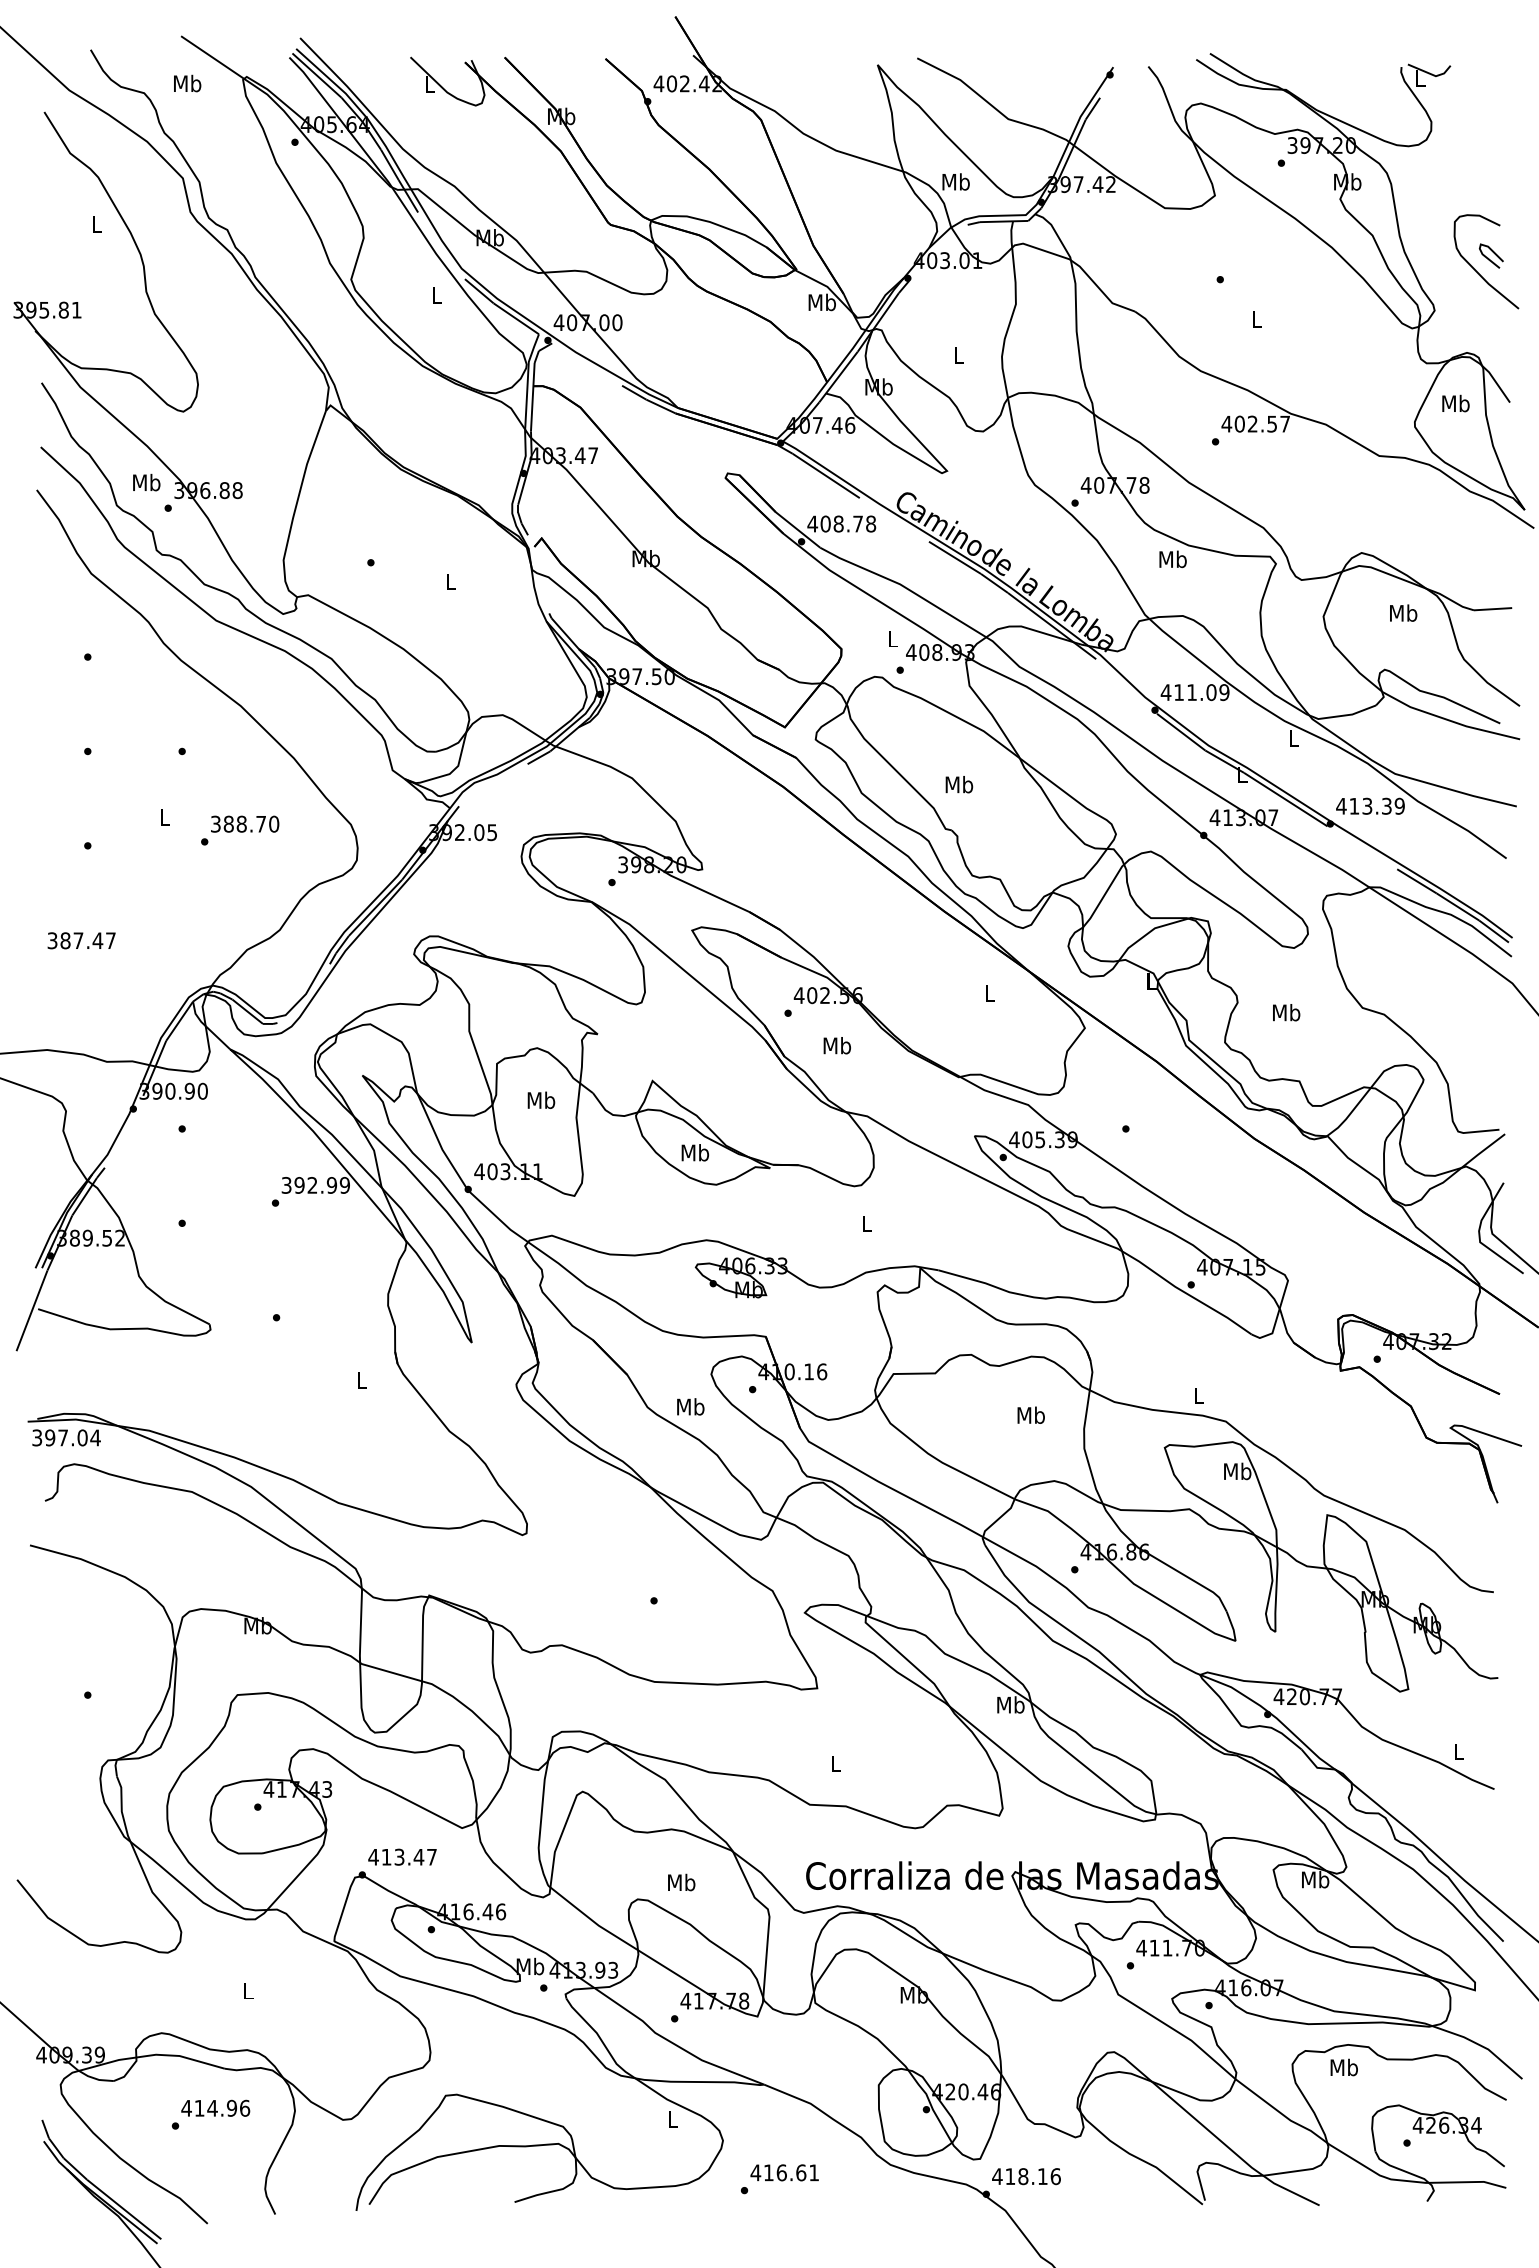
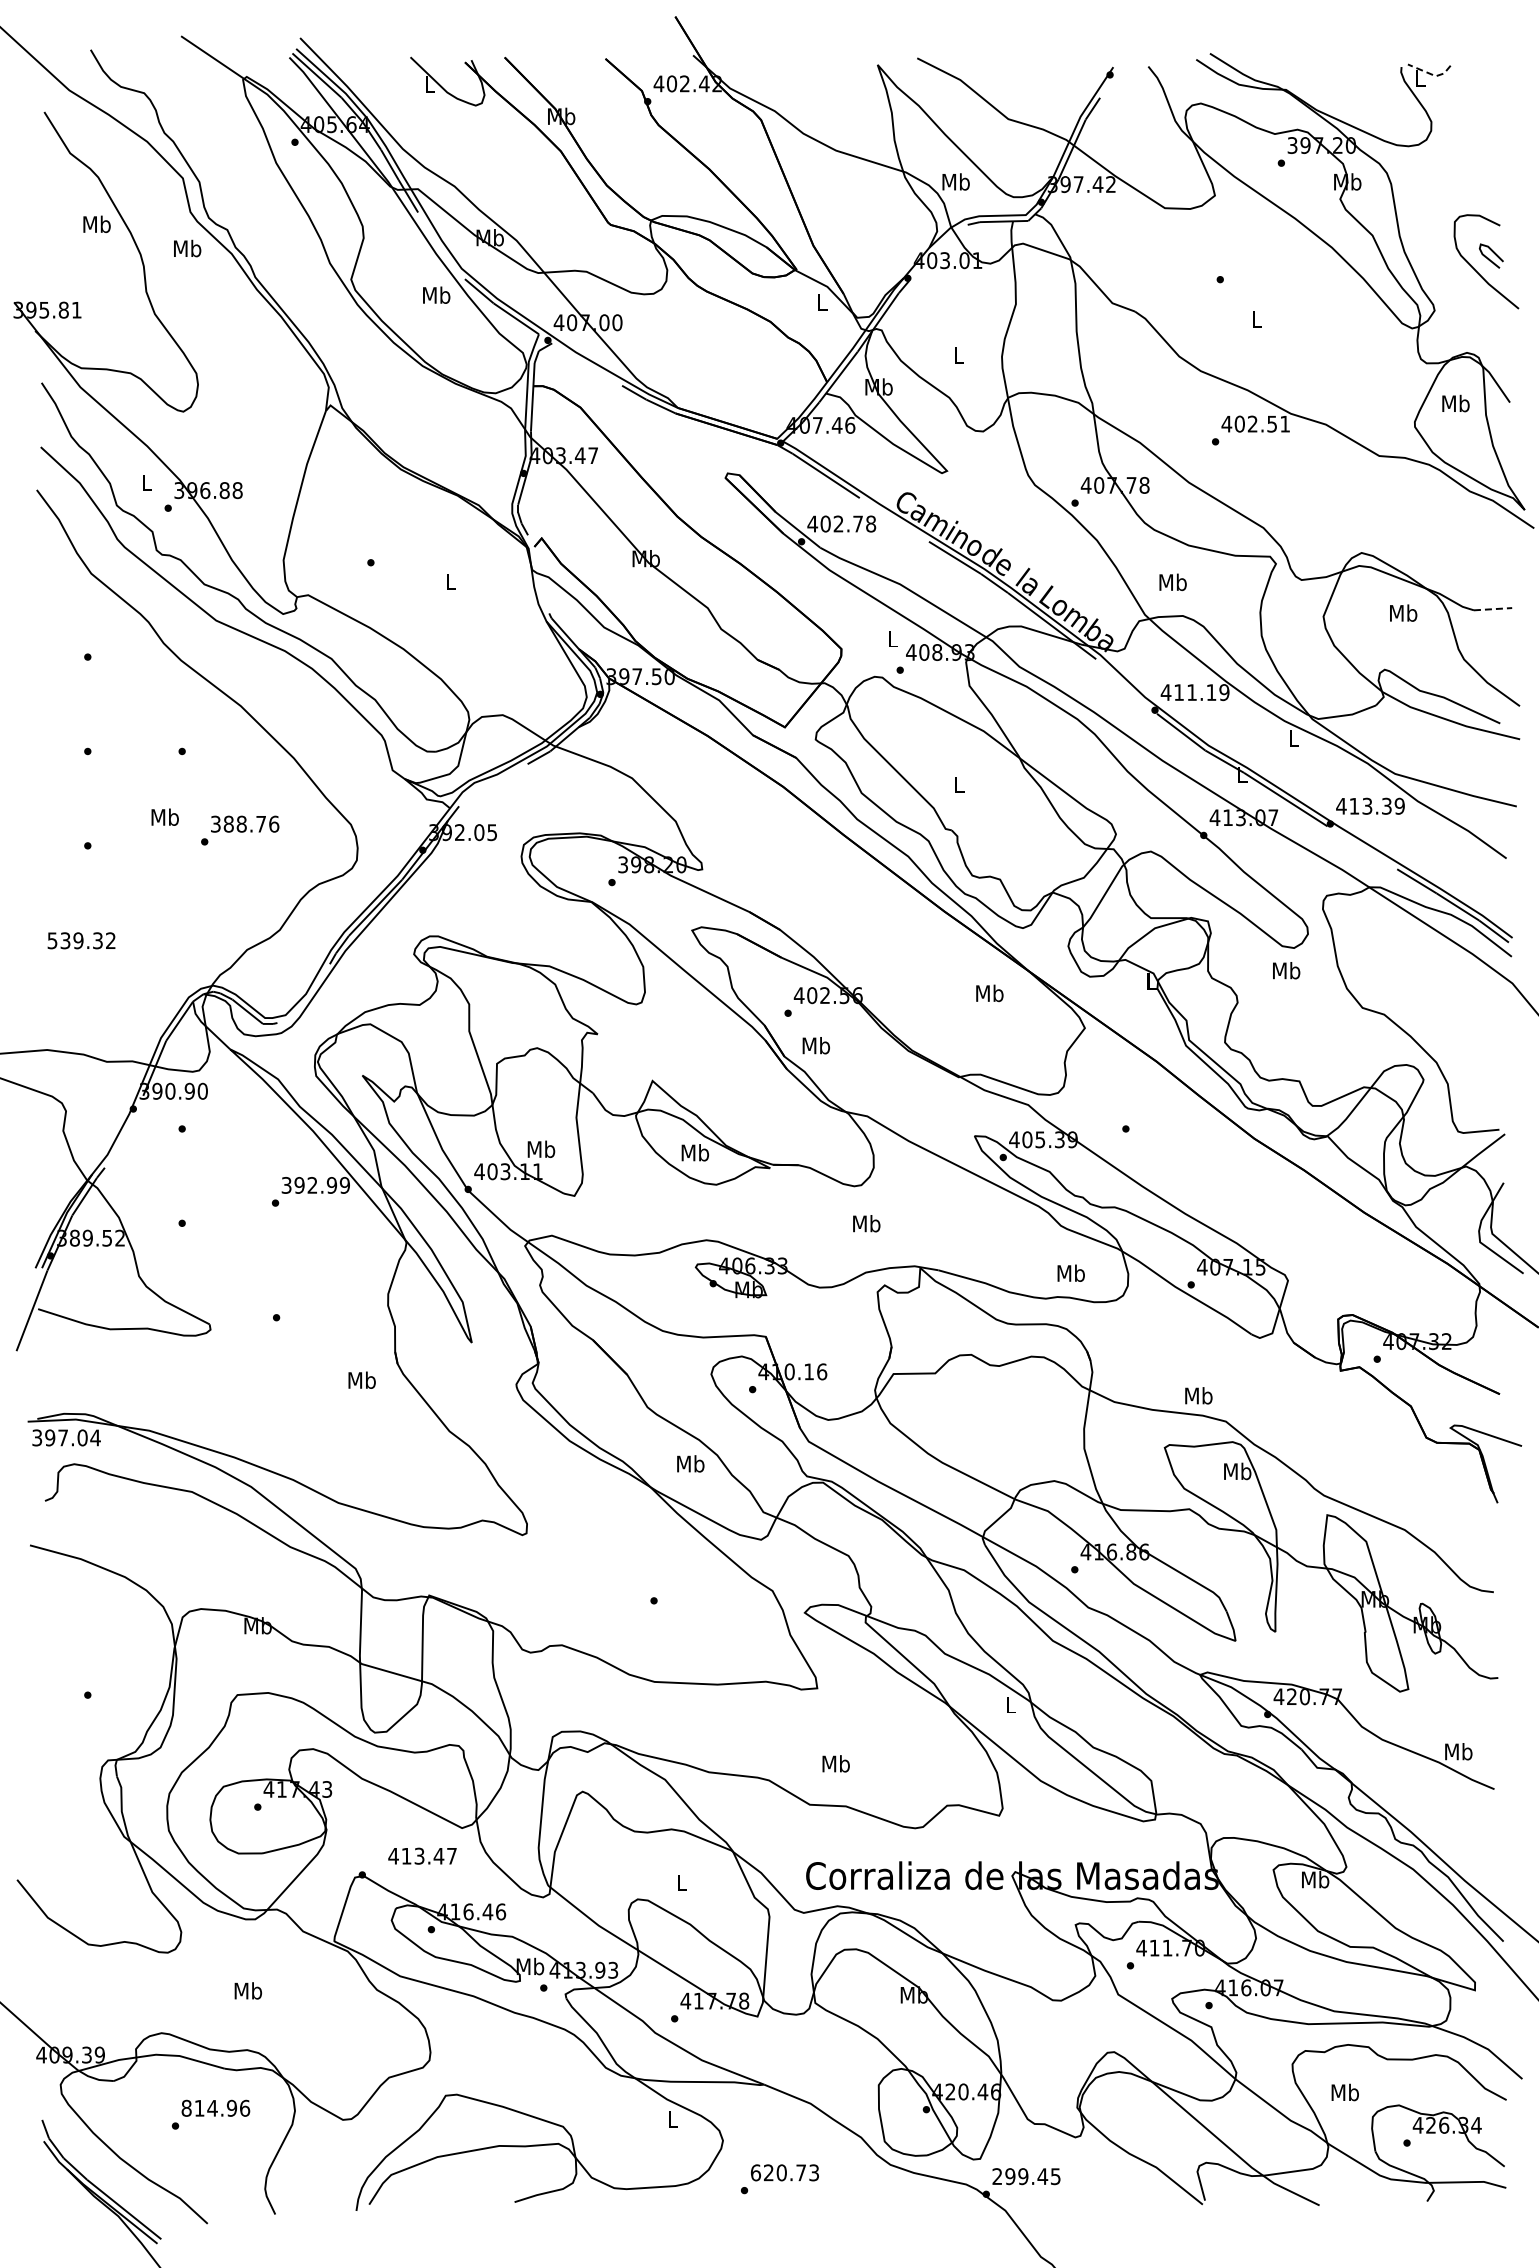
line at (1431, 74): solid -> dashed
text at (187, 83) position: (187, 83) -> (187, 248)
text at (96, 224): L -> Mb
text at (436, 294): L -> Mb
text at (821, 302): Mb -> L
text at (1284, 423): 402.57 -> 402.51
text at (146, 482): Mb -> L
text at (838, 523): 408.78 -> 402.78
text at (1172, 559) position: (1172, 559) -> (1172, 582)
line at (1493, 609): solid -> dashed
text at (1211, 692): 411.09 -> 411.19
text at (959, 784): Mb -> L
text at (164, 816): L -> Mb
text at (274, 823): 388.70 -> 388.76
text at (81, 940): 387.47 -> 539.32
text at (989, 993): L -> Mb
text at (1286, 1012) position: (1286, 1012) -> (1286, 970)
text at (836, 1045) position: (836, 1045) -> (815, 1045)
text at (541, 1099) position: (541, 1099) -> (541, 1148)
text at (866, 1223): L -> Mb
text at (361, 1379): L -> Mb
text at (1198, 1395): L -> Mb
text at (690, 1406) position: (690, 1406) -> (690, 1463)
text at (1030, 1414) position: (1030, 1414) -> (1070, 1272)
text at (1010, 1704): Mb -> L
text at (1458, 1751): L -> Mb
text at (835, 1763): L -> Mb
text at (402, 1856) position: (402, 1856) -> (422, 1855)
text at (681, 1882): Mb -> L
text at (248, 1990): L -> Mb
text at (1343, 2067) position: (1343, 2067) -> (1344, 2092)
text at (186, 2107): 414.96 -> 814.96
text at (784, 2172): 416.61 -> 620.73
text at (1026, 2176): 418.16 -> 299.45
